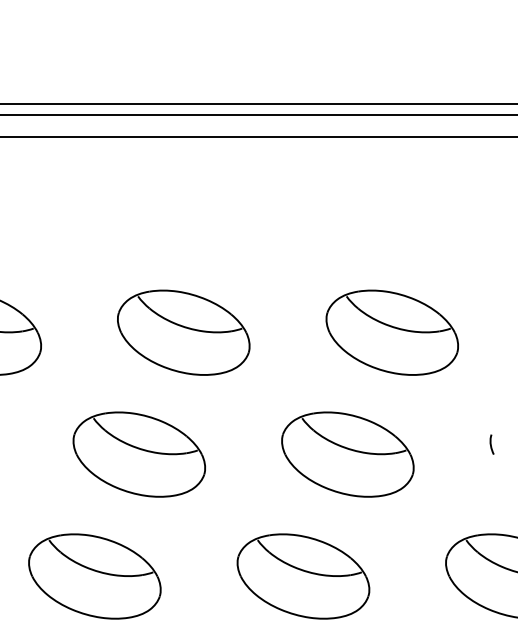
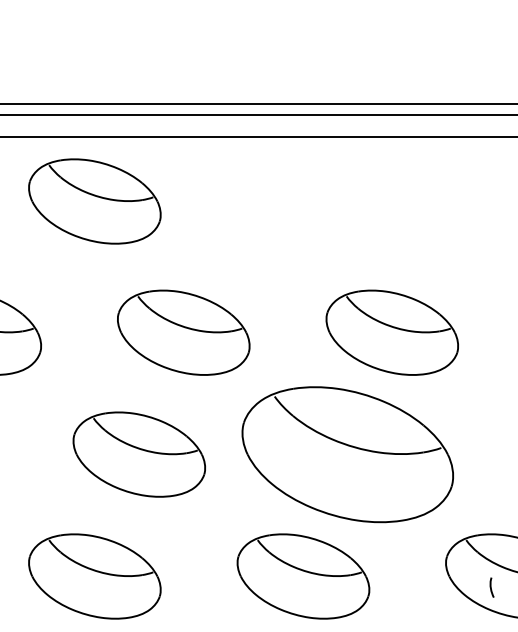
part at (94, 201): none -> present
curve at (491, 444) position: (491, 444) -> (491, 587)
part at (347, 454) size: 134x87 px -> 213x138 px
